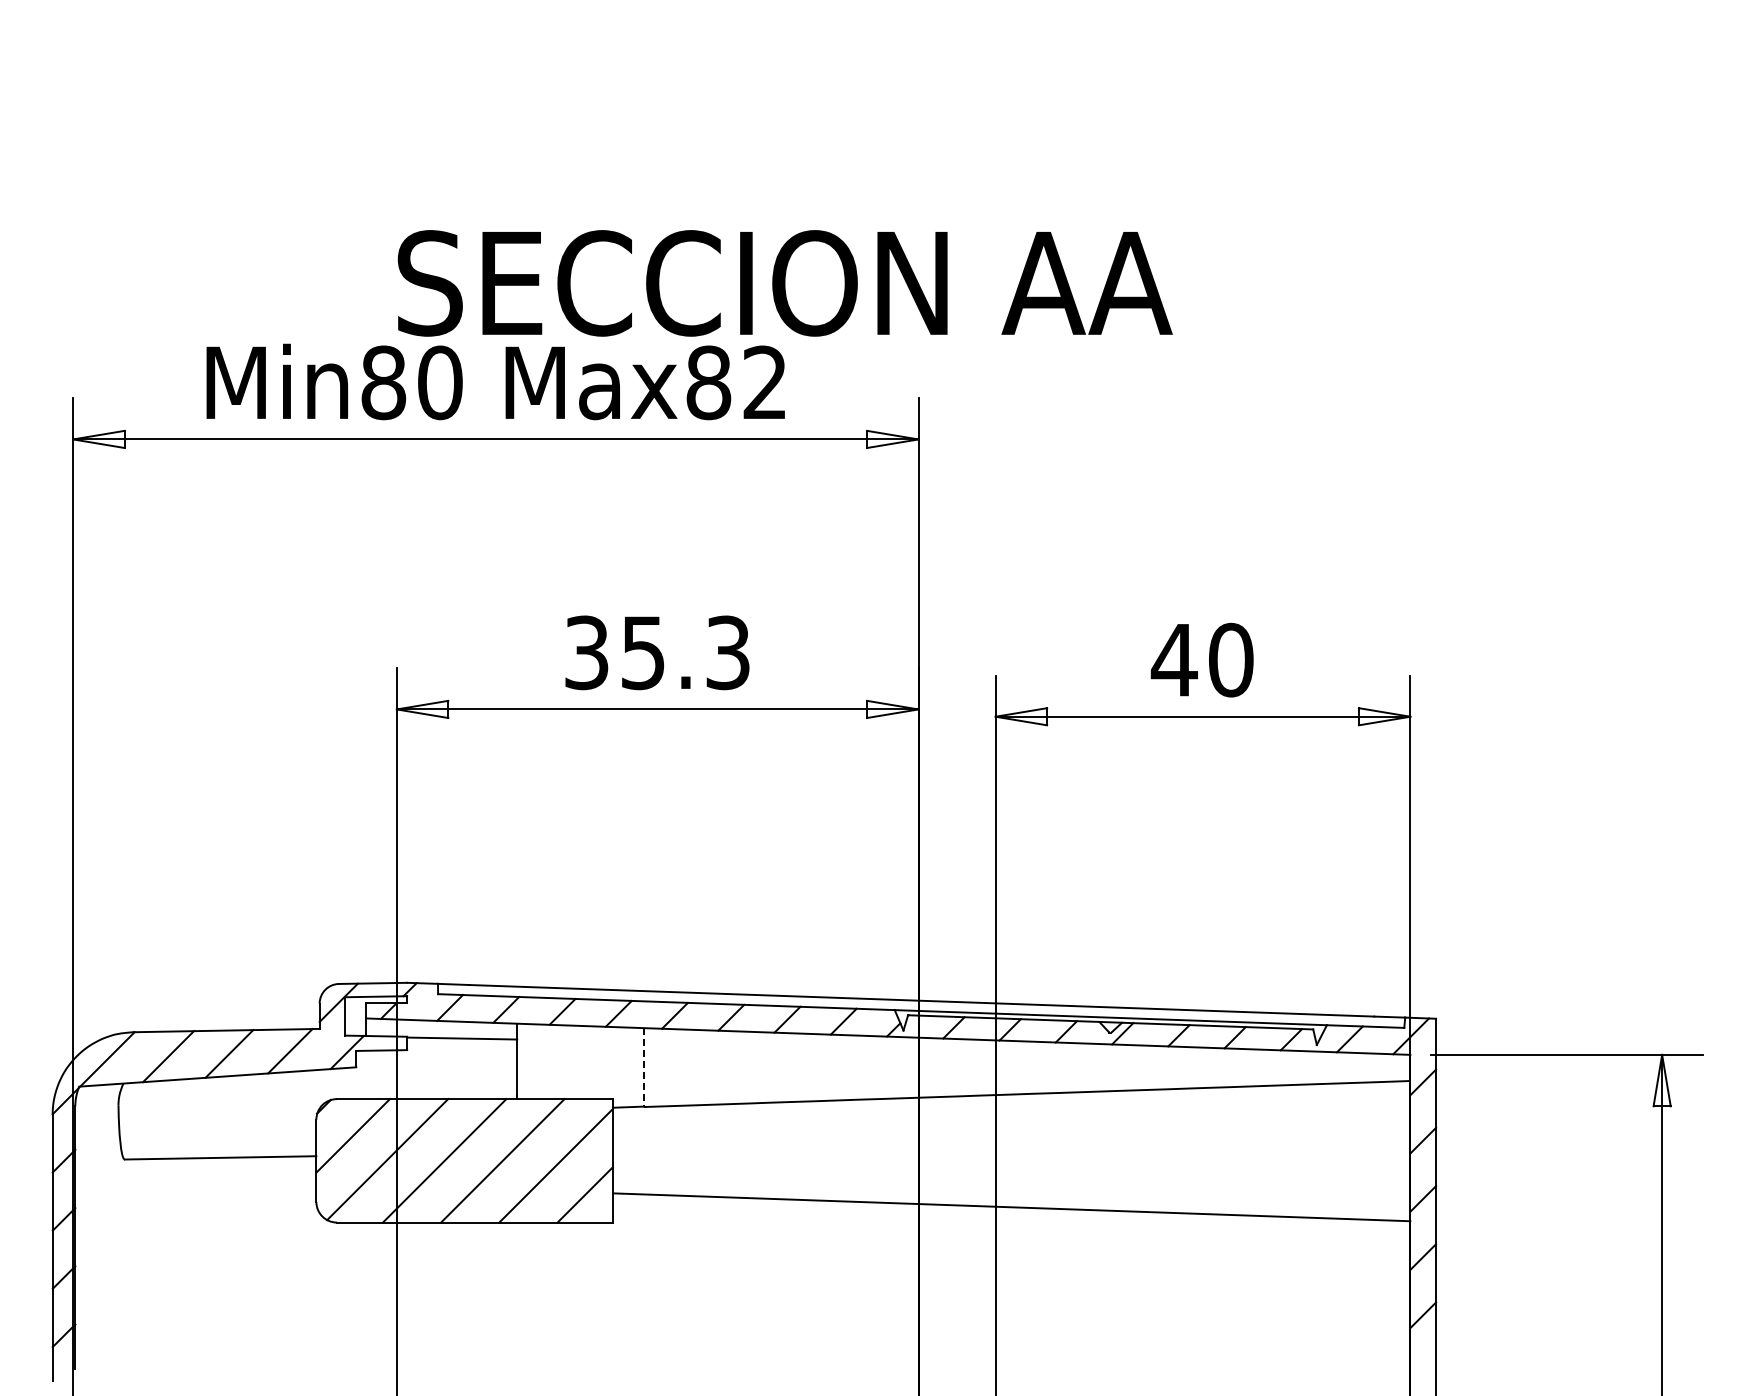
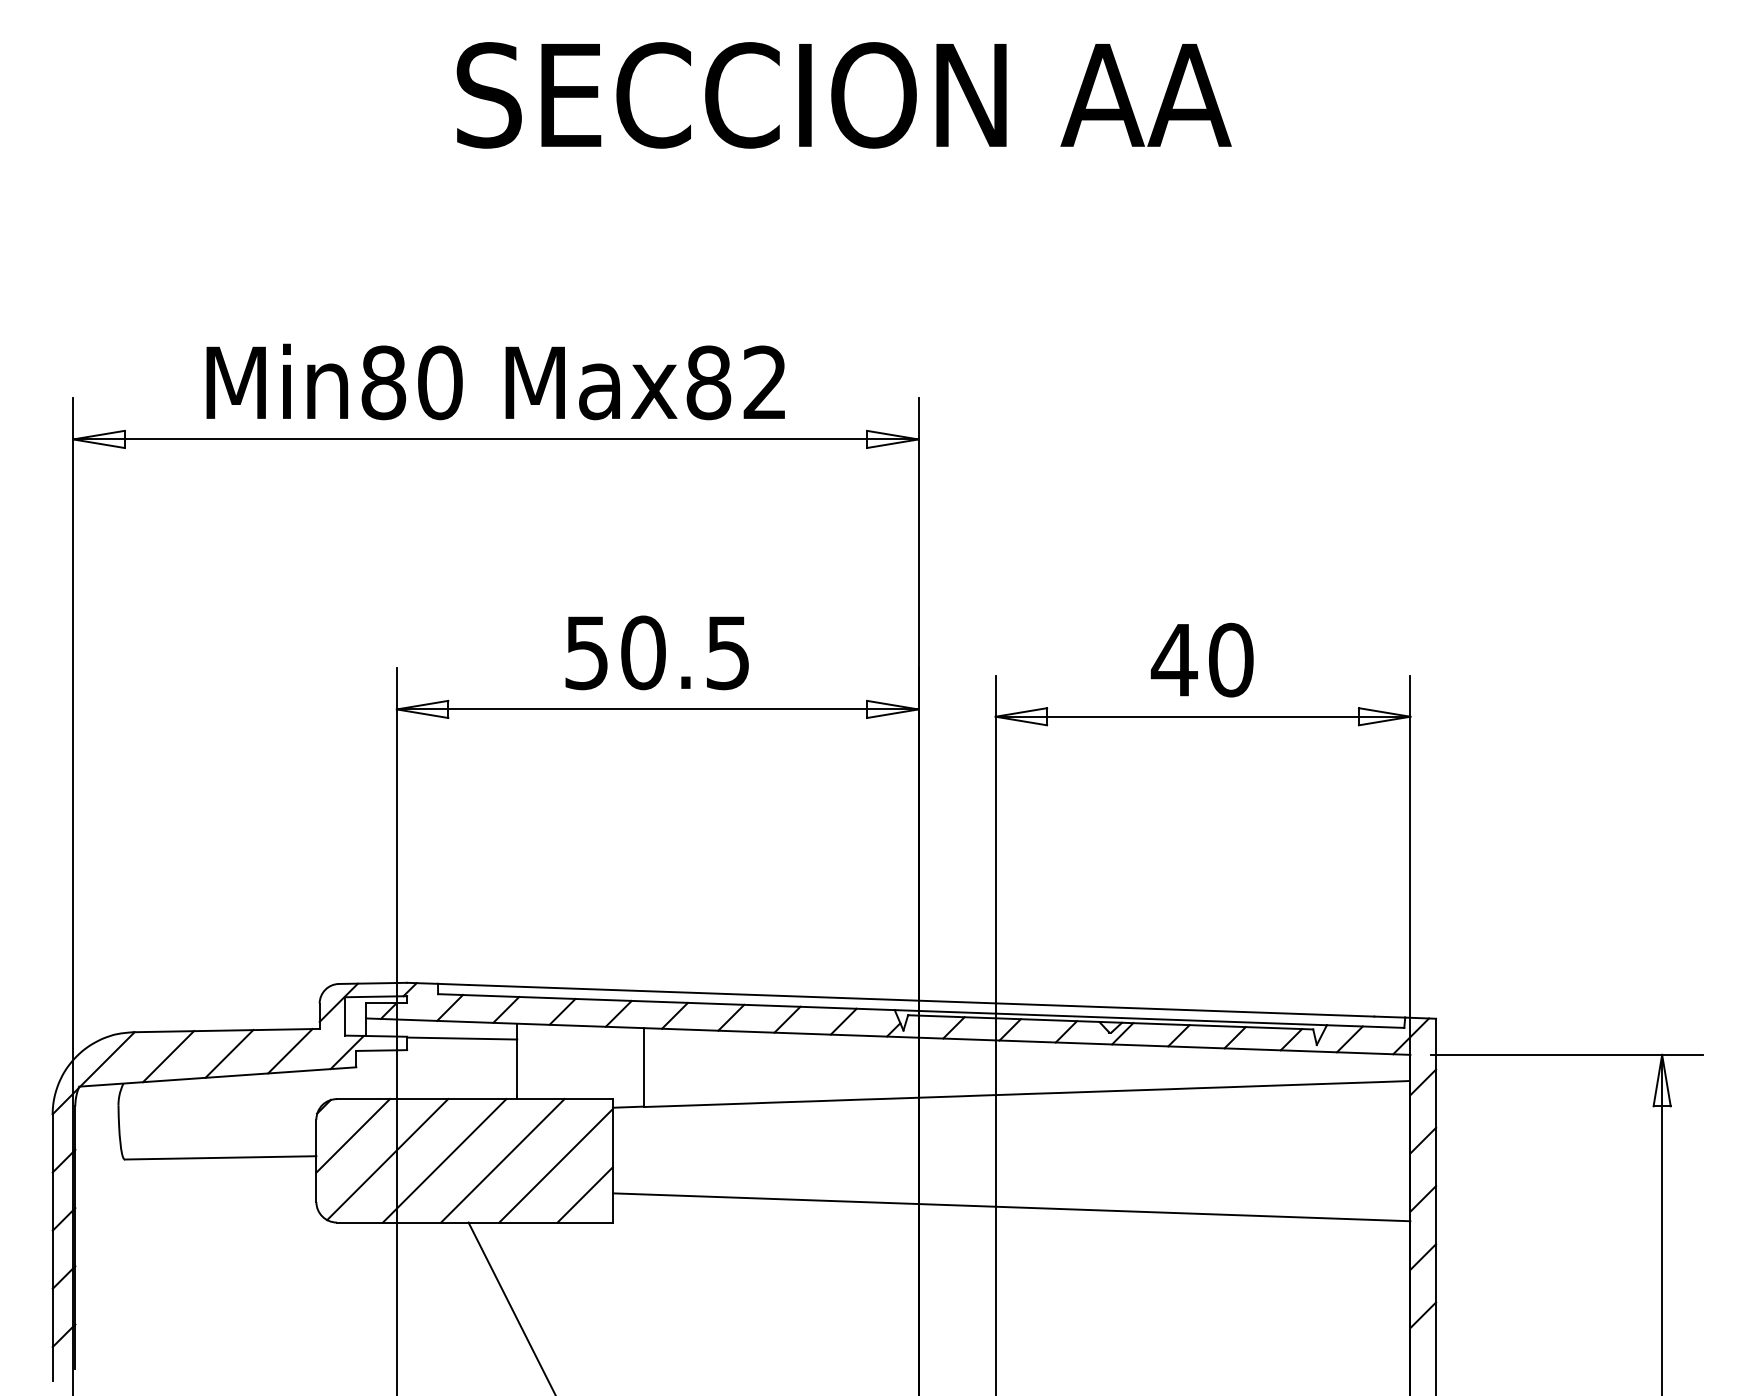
text at (784, 283) position: (784, 283) -> (843, 95)
text at (657, 652): 35.3 -> 50.5
line at (643, 1068): dashed -> solid
line at (511, 1307): none -> present
